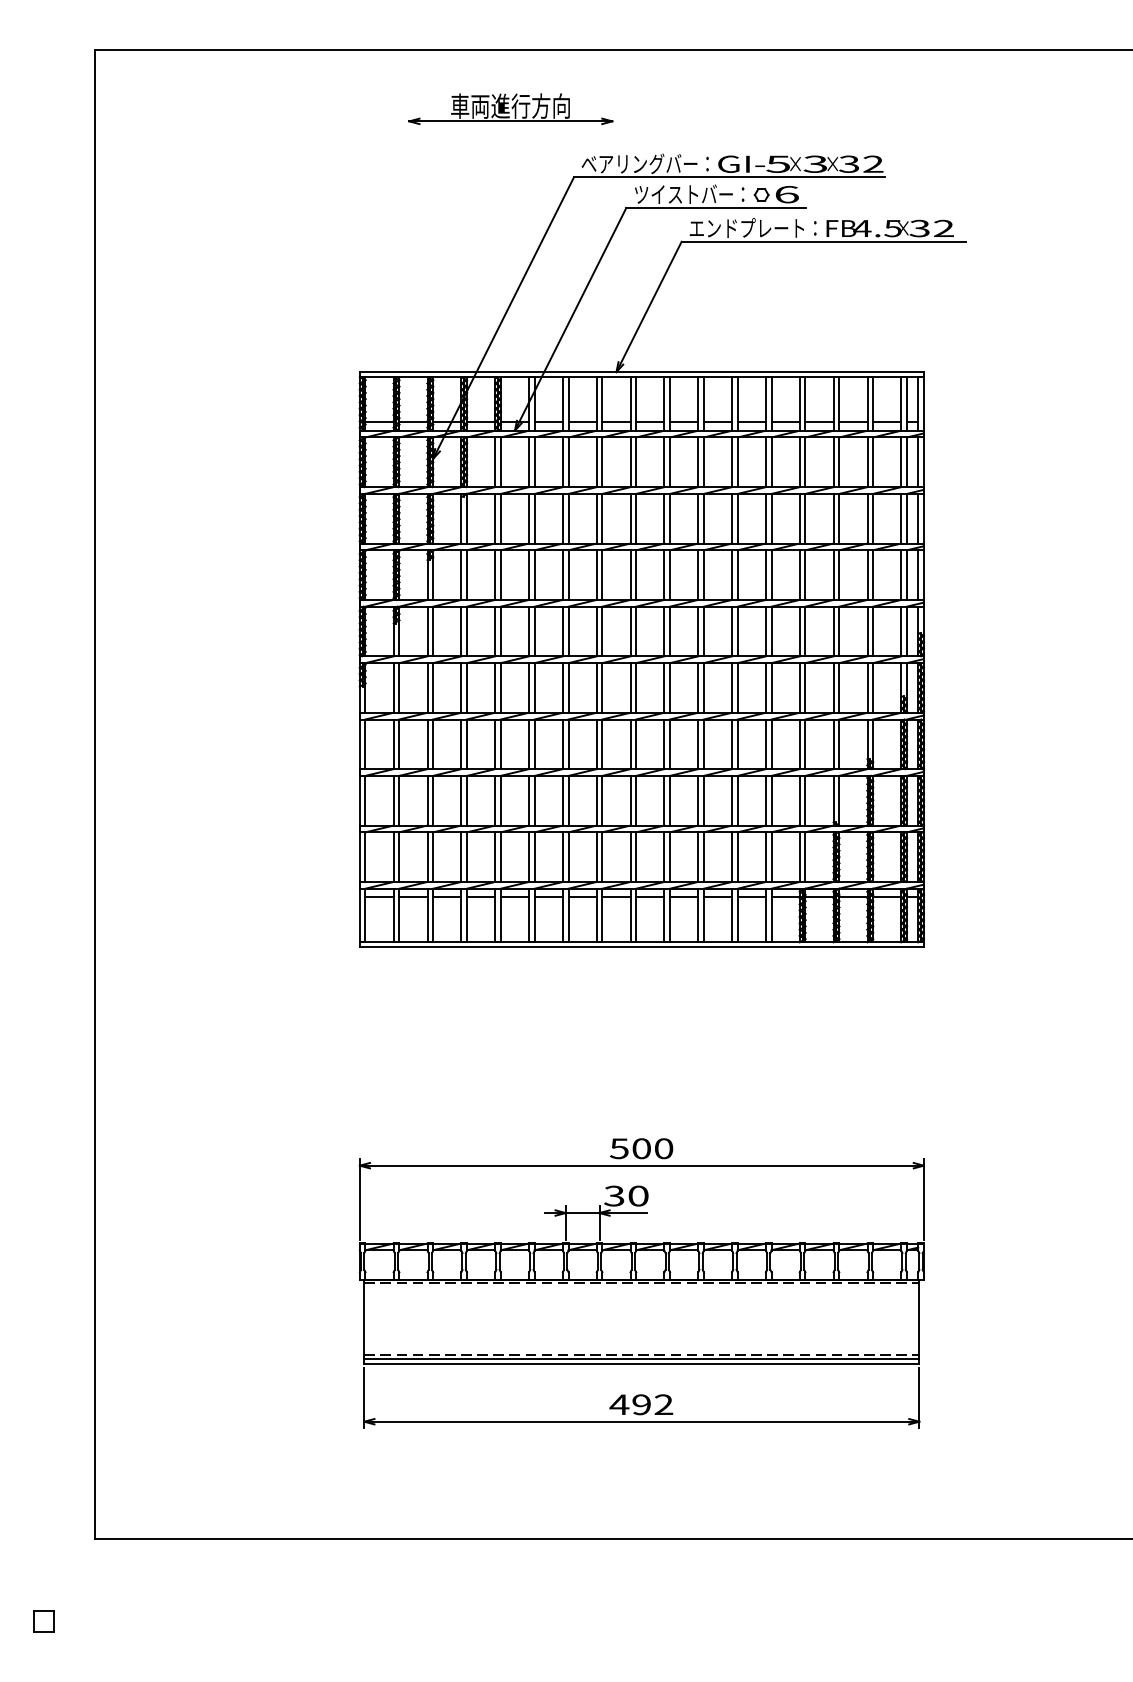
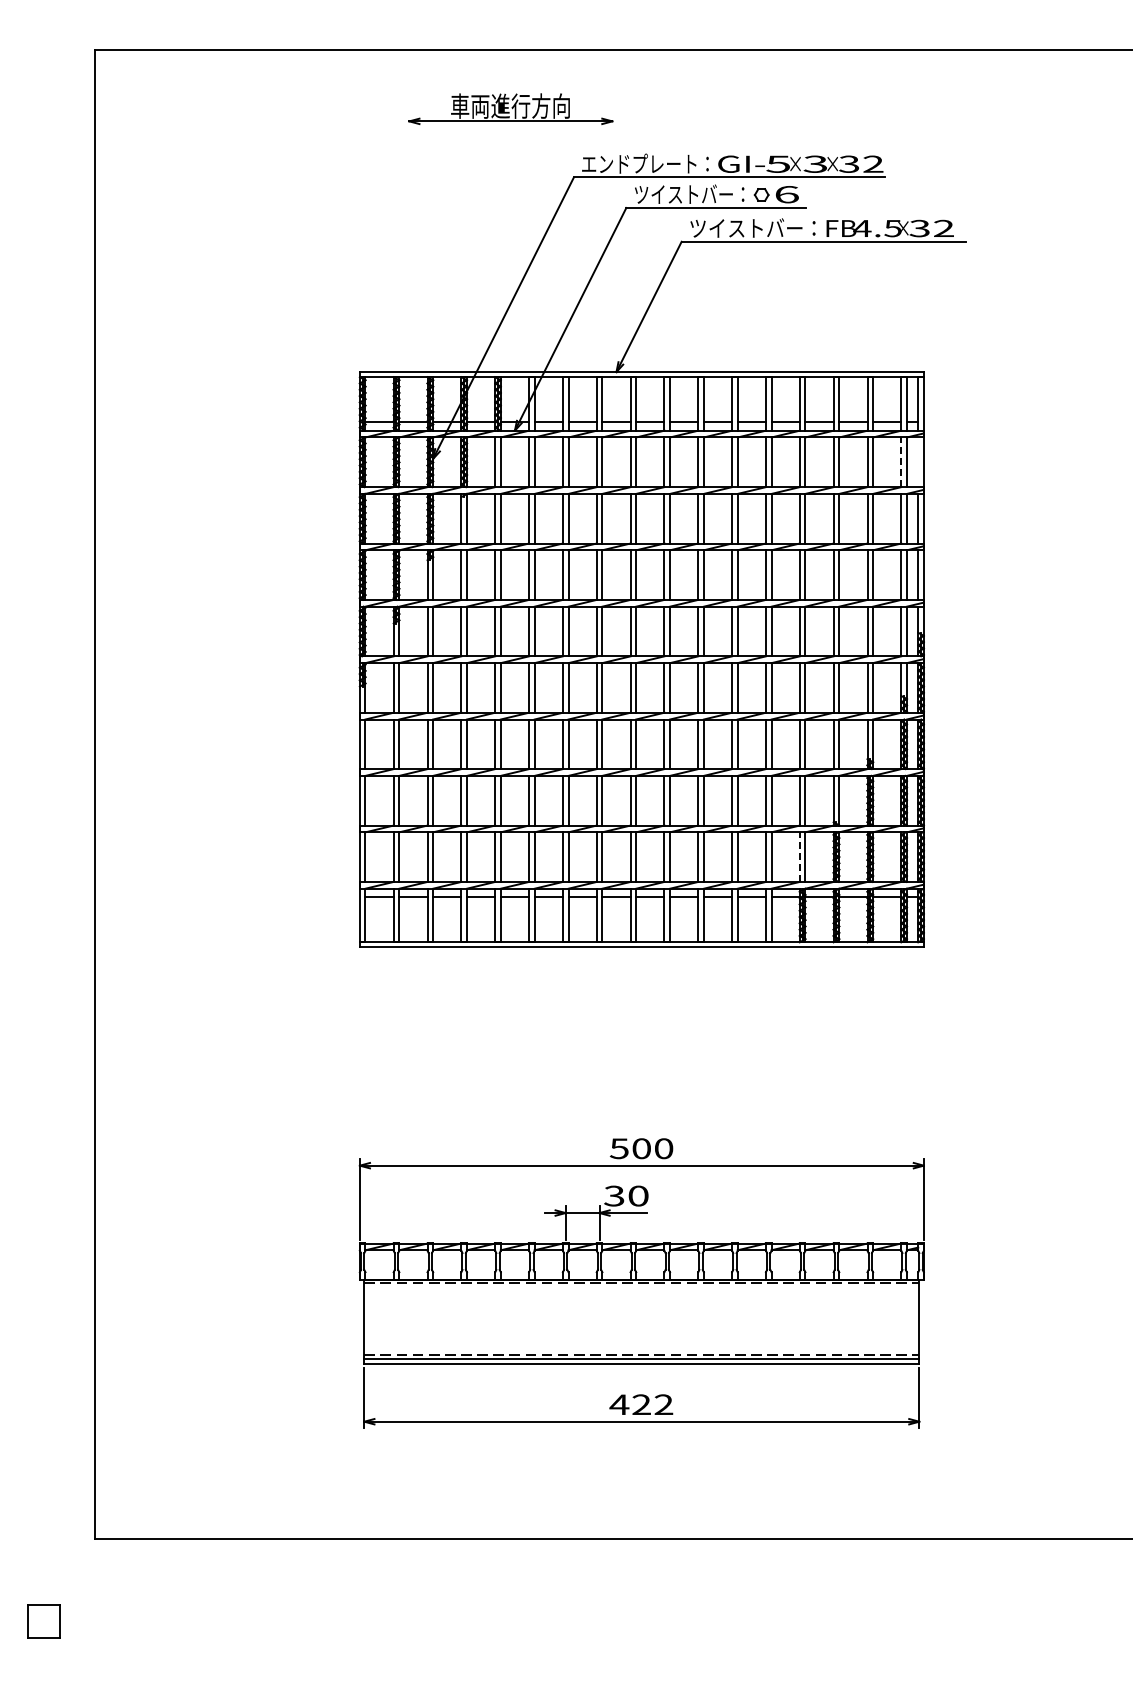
text at (639, 163): ベアリングバー： -> エンドプレート：
text at (752, 227): エンドプレート： -> ツイストバー：
line at (901, 462): solid -> dashed
line at (918, 462): present -> none
line at (799, 857): solid -> dashed
text at (641, 1404): 492 -> 422
part at (43, 1621) size: 22x23 px -> 34x35 px
